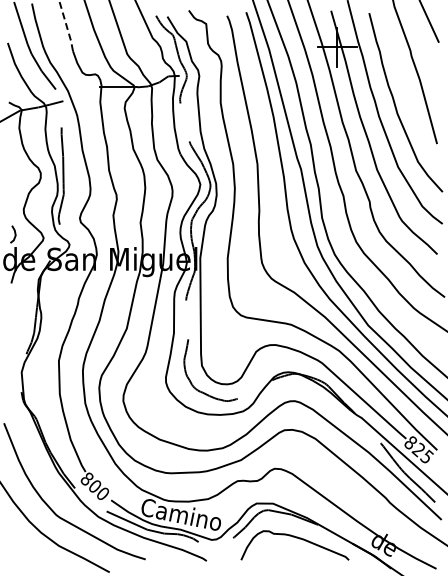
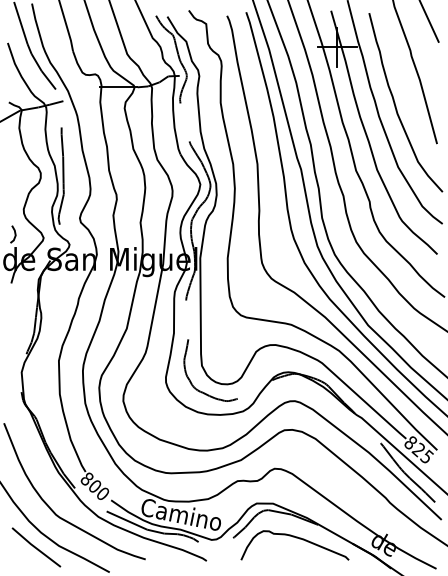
line at (66, 26): dashed -> solid
line at (36, 547): none -> present
